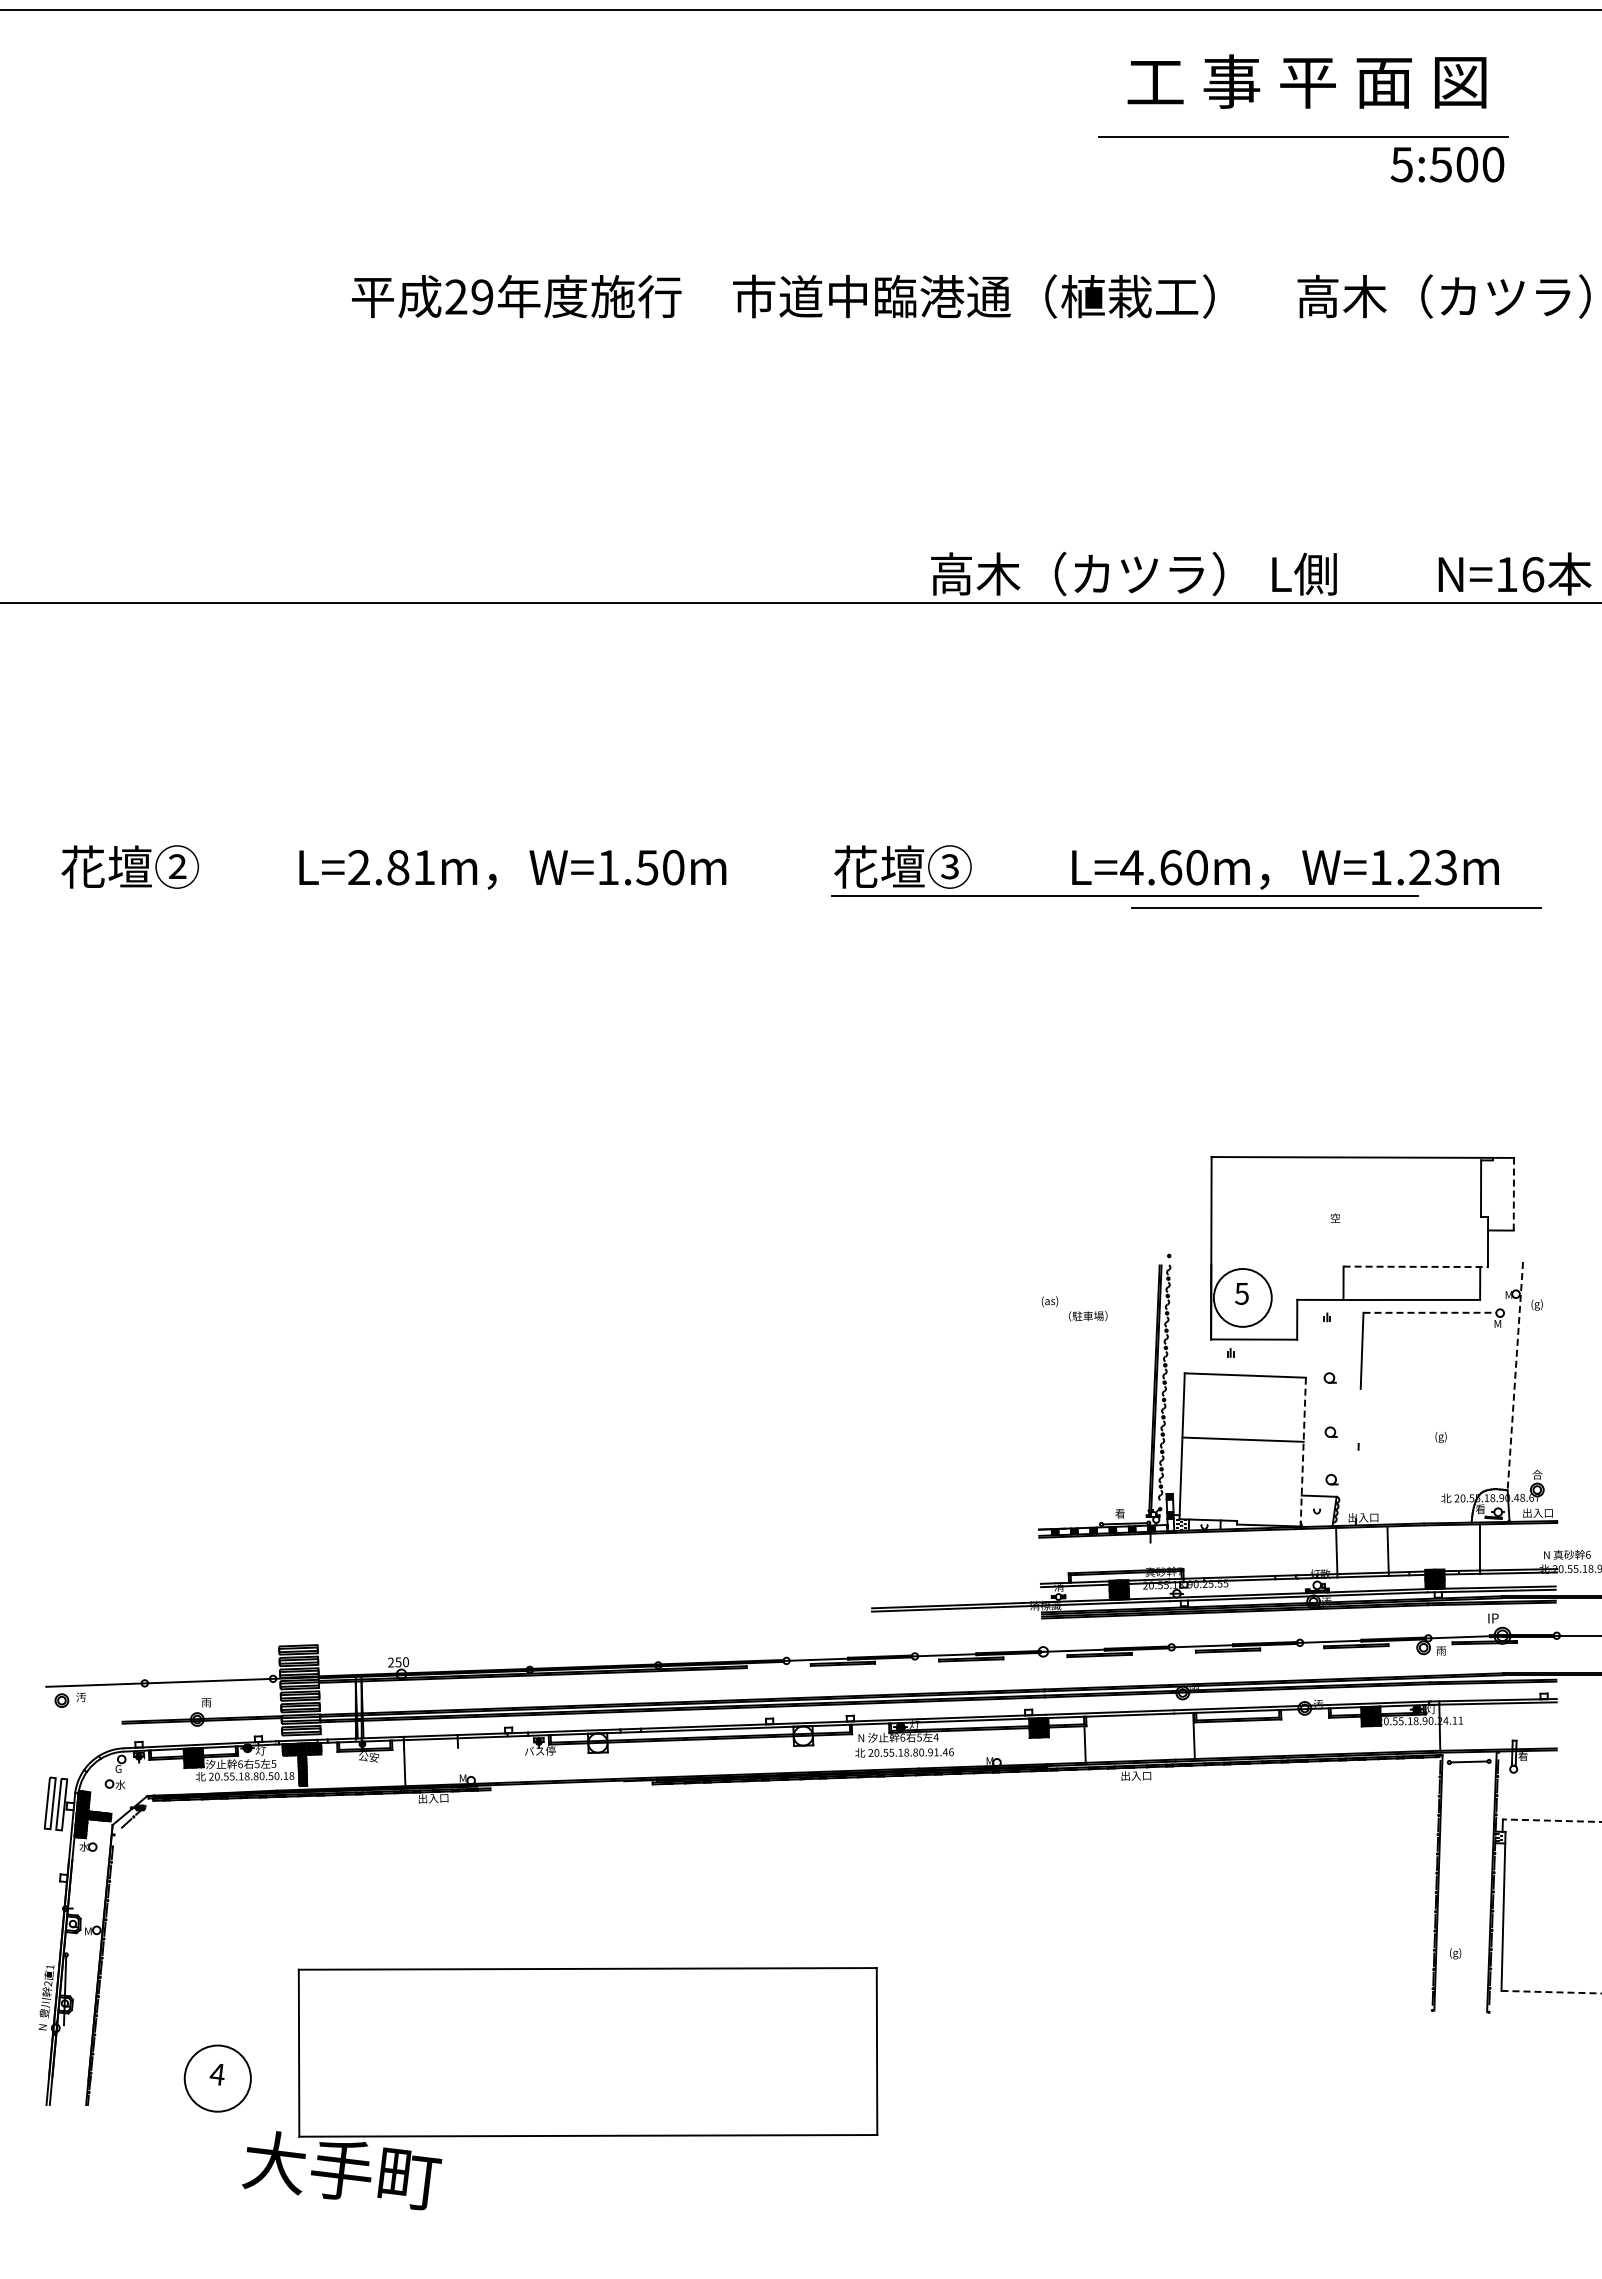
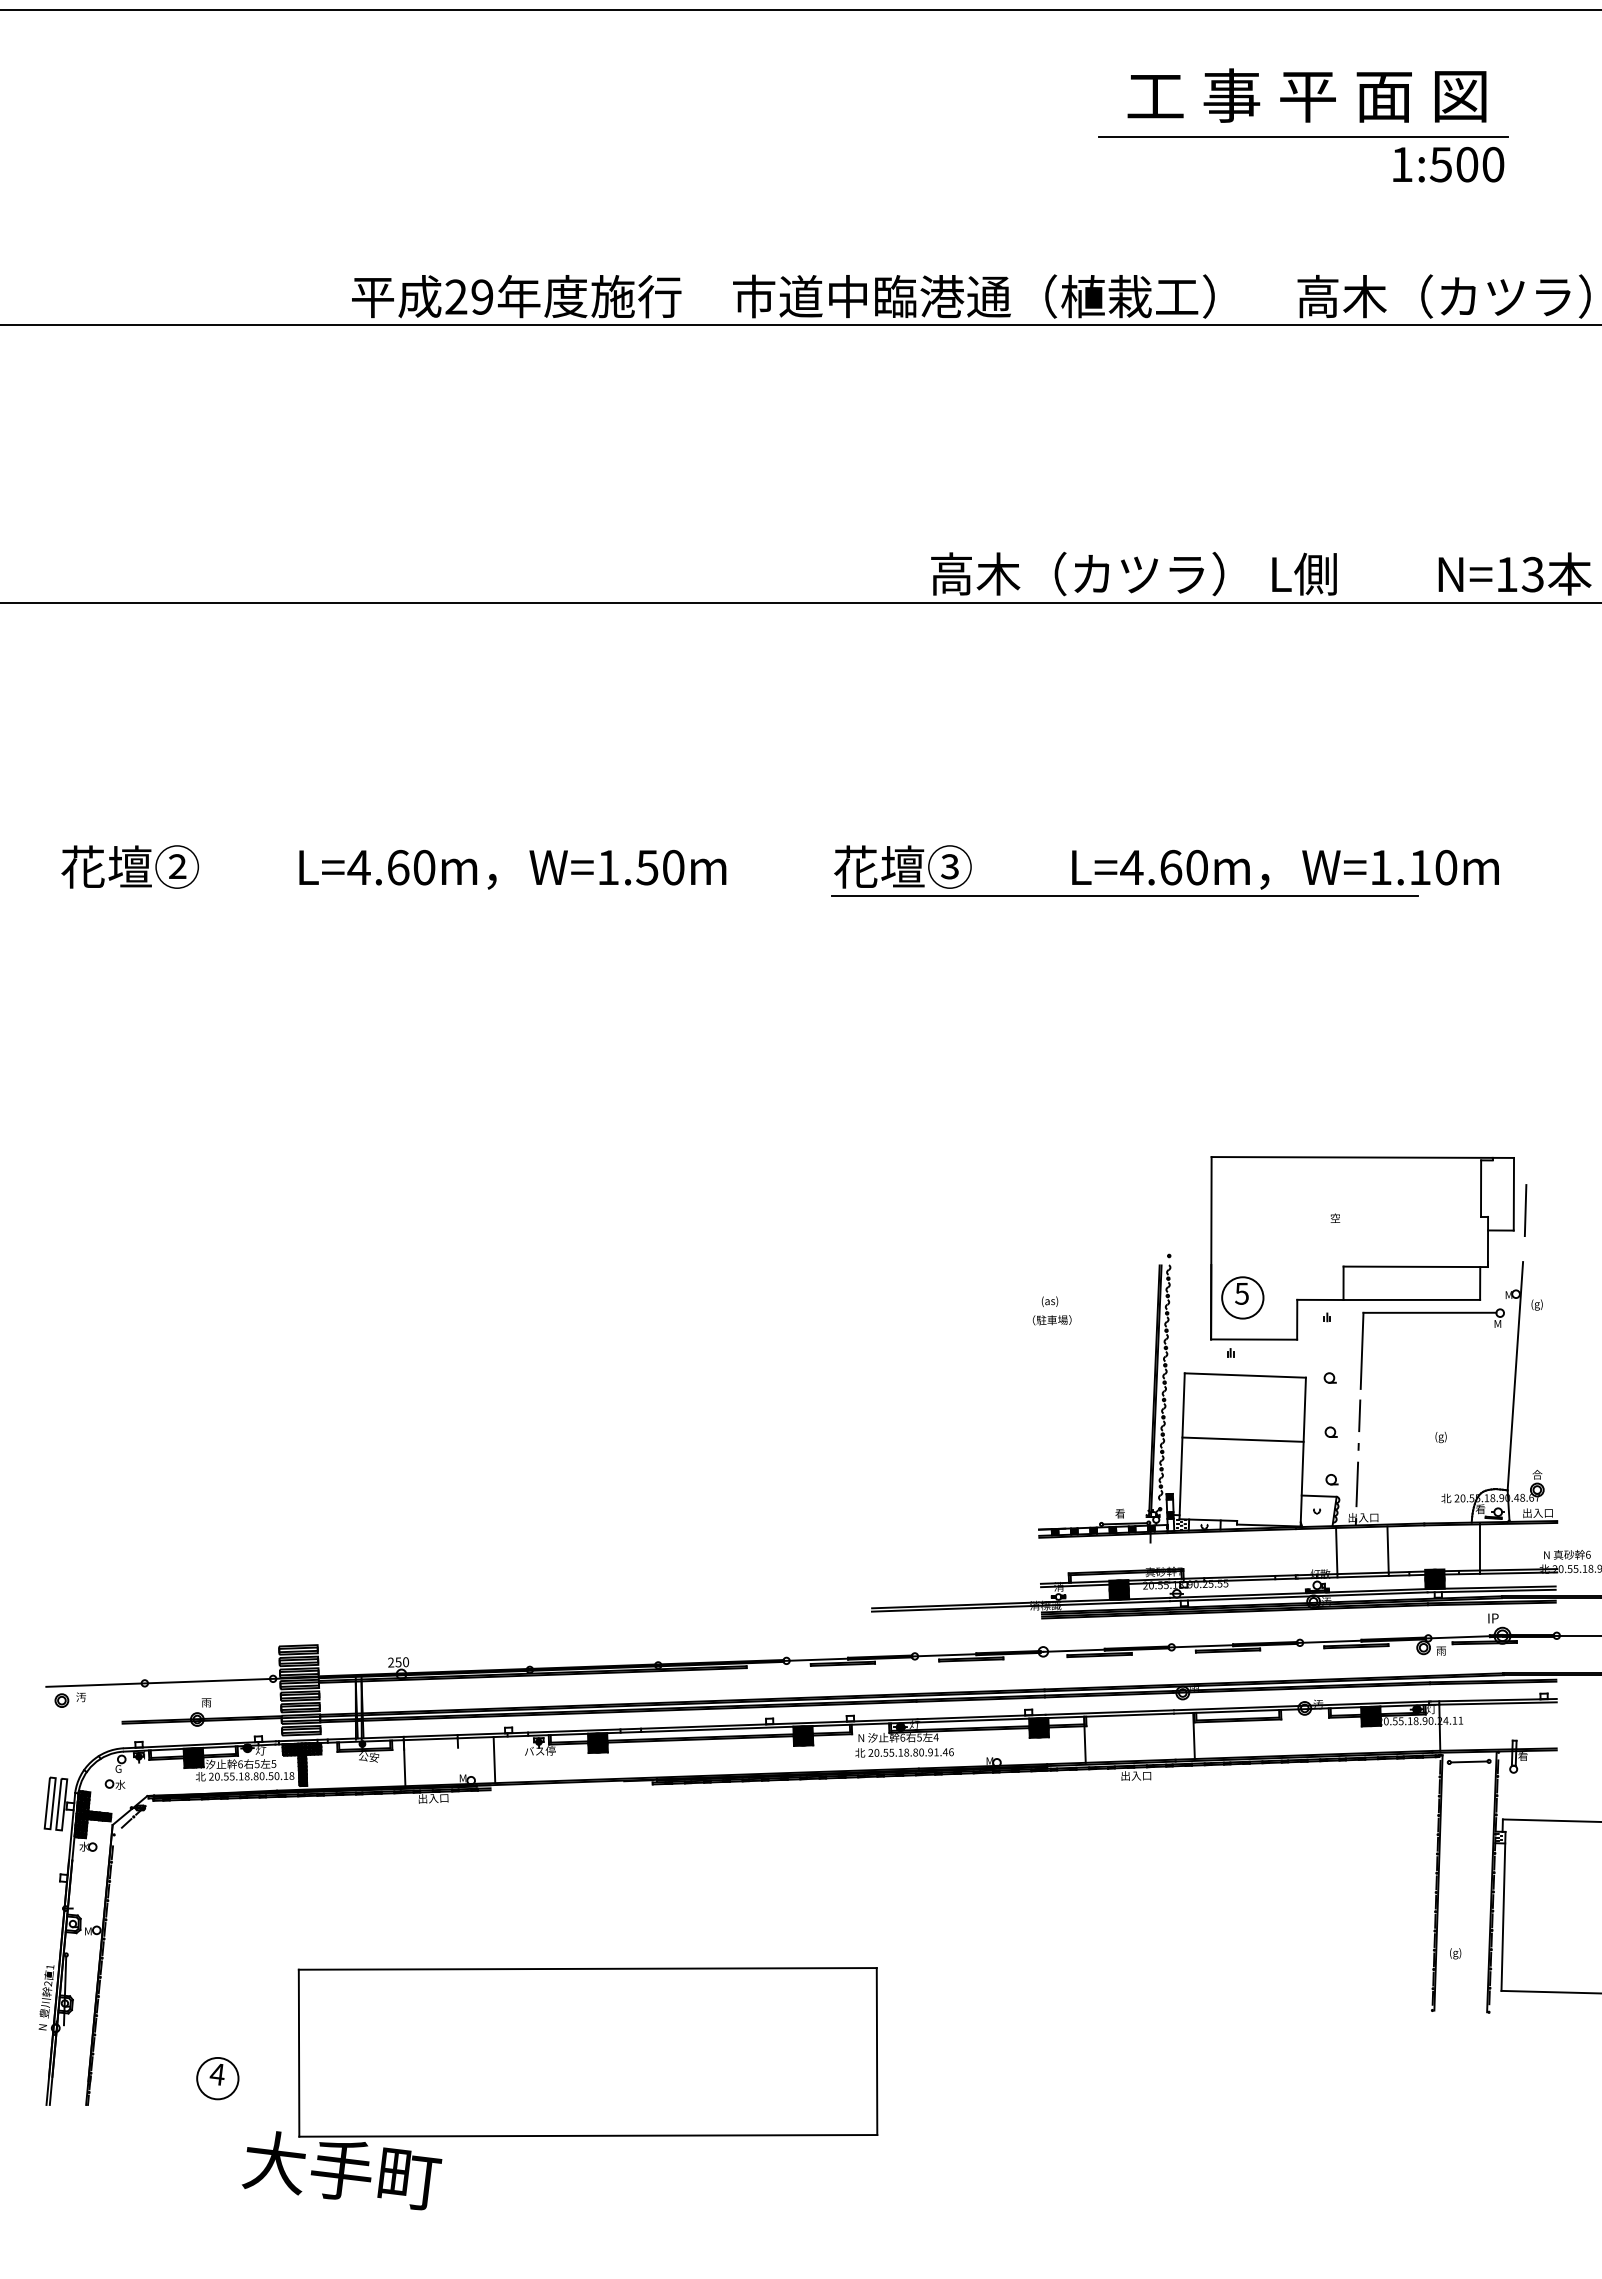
text at (1306, 81) position: (1306, 81) -> (1306, 95)
text at (1401, 164): 5:500 -> 1:500
line at (800, 325): none -> present
text at (1532, 574): N=16 -> N=13
text at (391, 867): L=2.81m -> L=4.60m
text at (1433, 867): W=1.23m -> W=1.10m
line at (1336, 907): present -> none
line at (1513, 1193): dashed -> solid
line at (1525, 1210): none -> present
line at (1416, 1266): dashed -> solid
circle at (1242, 1297) diameter: 58 px -> 41 px
line at (1430, 1312): dashed -> solid
text at (1087, 1316) position: (1087, 1316) -> (1051, 1320)
line at (1515, 1376): dashed -> solid
line at (1359, 1415): none -> present
line at (1303, 1452): dashed -> solid
line at (1357, 1484): none -> present
fill at (803, 1735): none -> present
fill at (597, 1743): none -> present
line at (494, 1760): none -> present
line at (1551, 1820): dashed -> solid
line at (1552, 1992): dashed -> solid
circle at (217, 2078) diameter: 66 px -> 41 px
